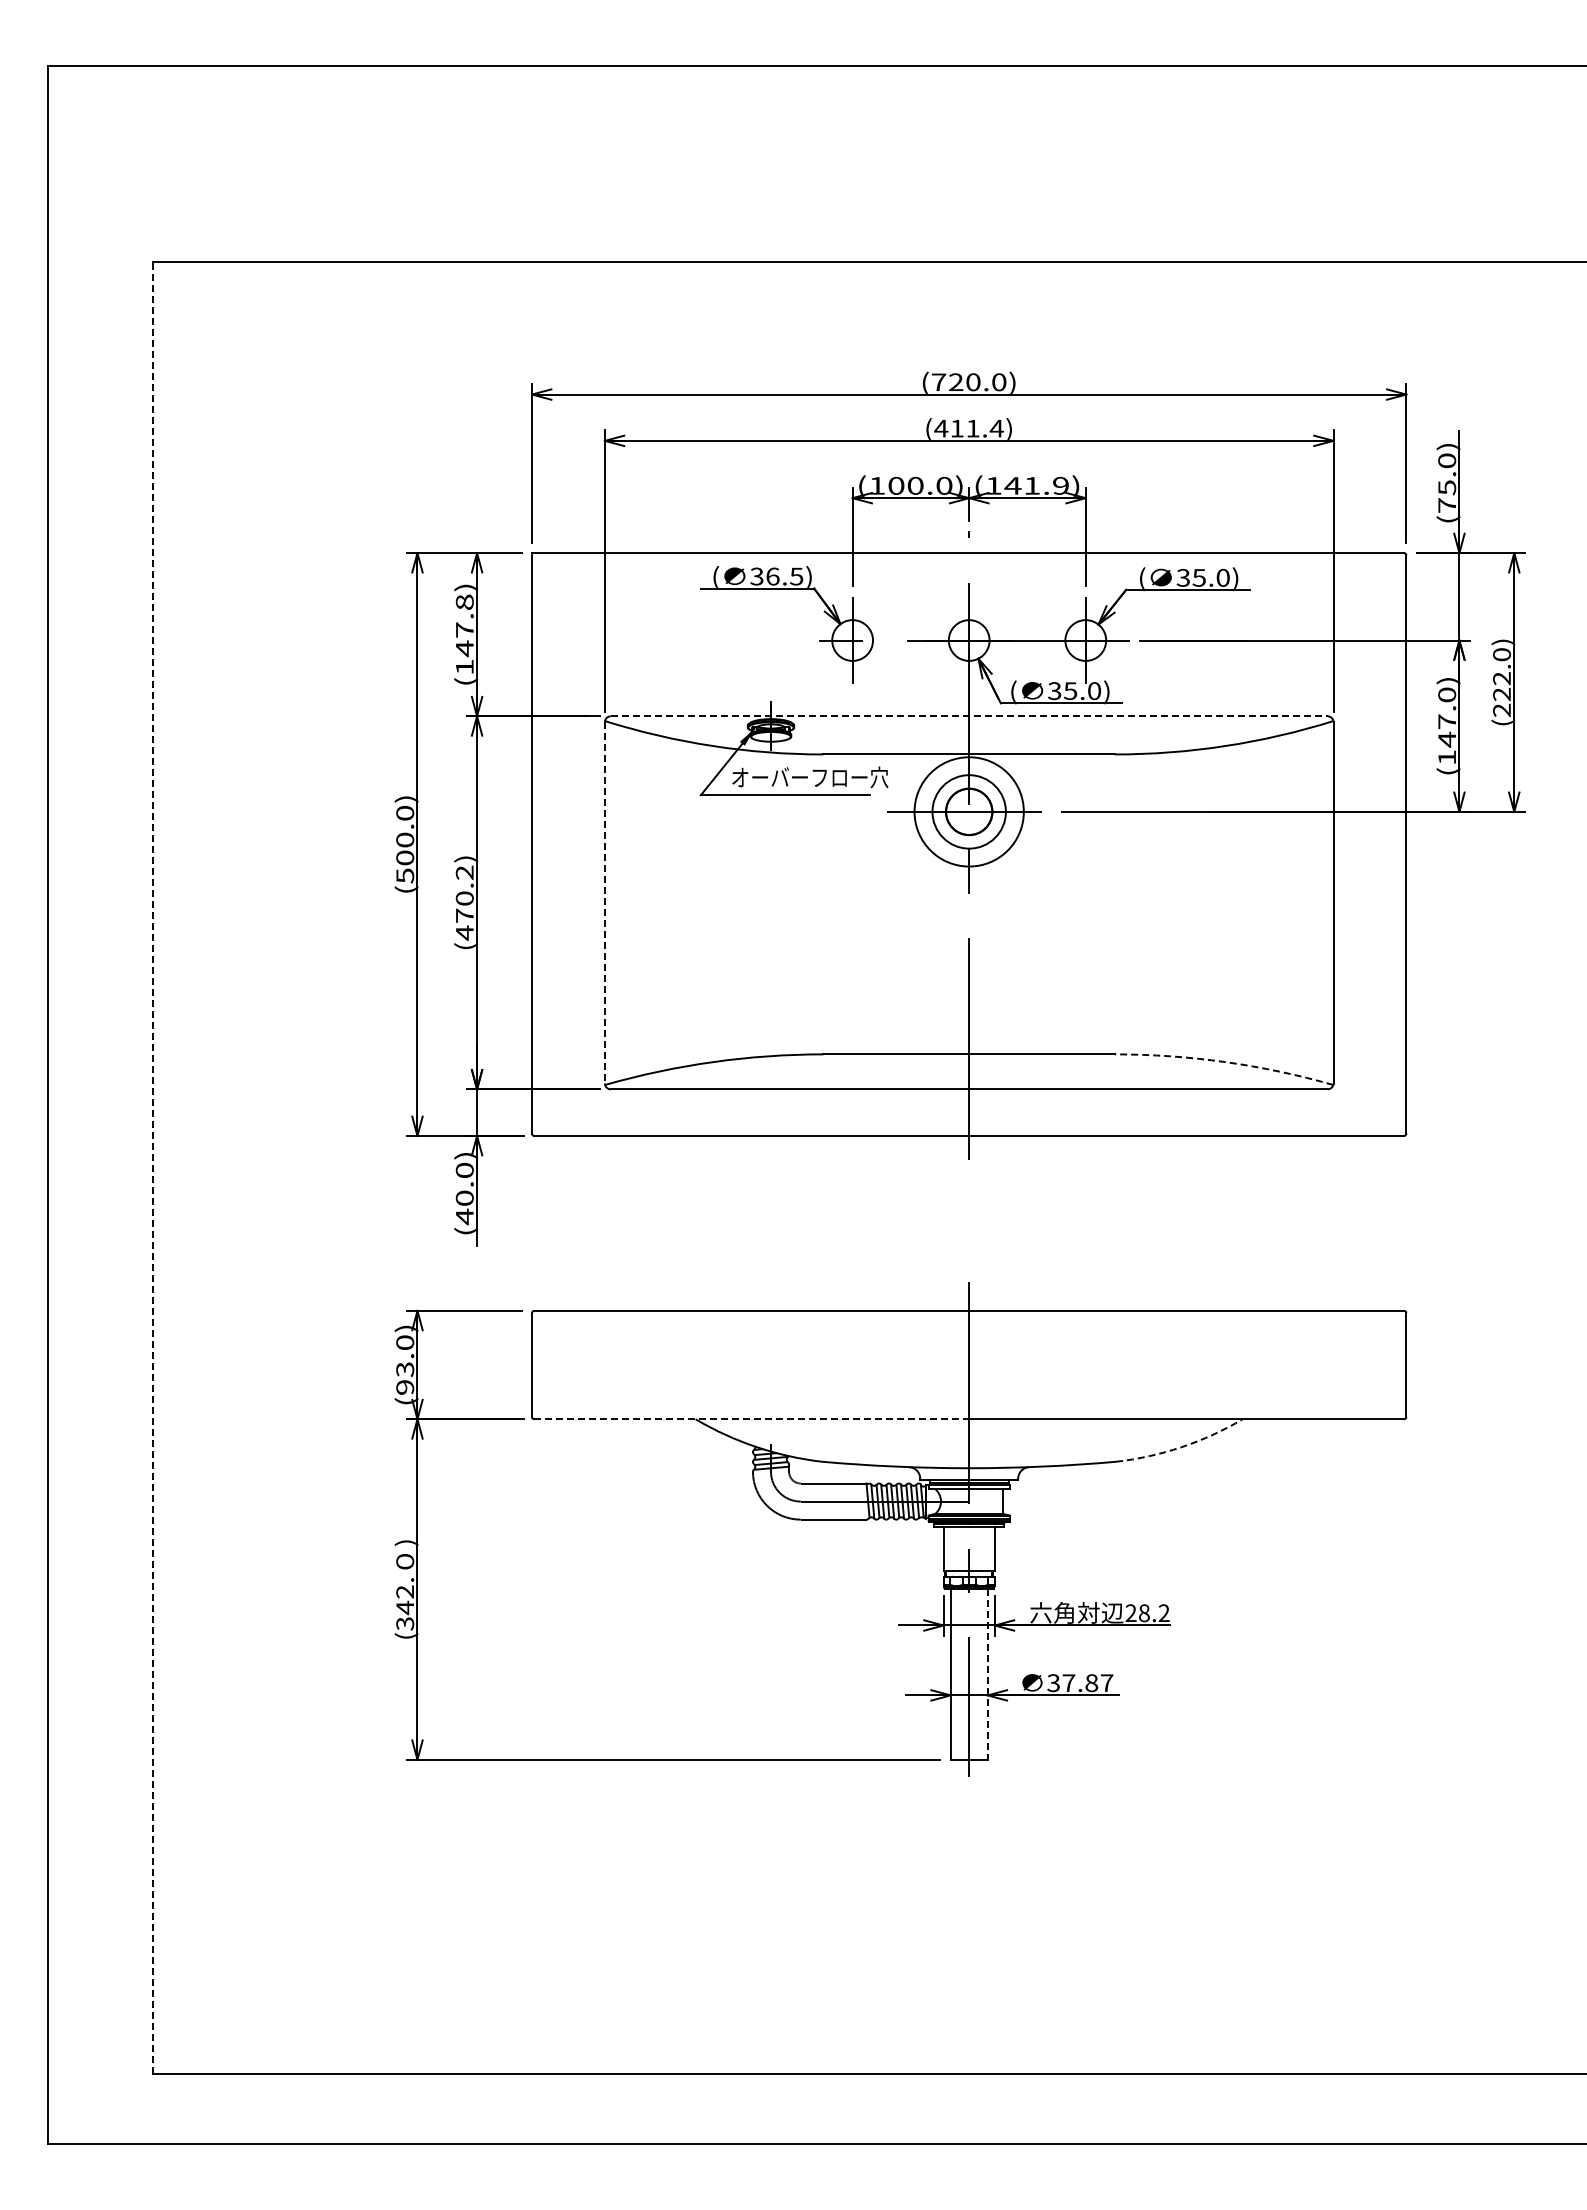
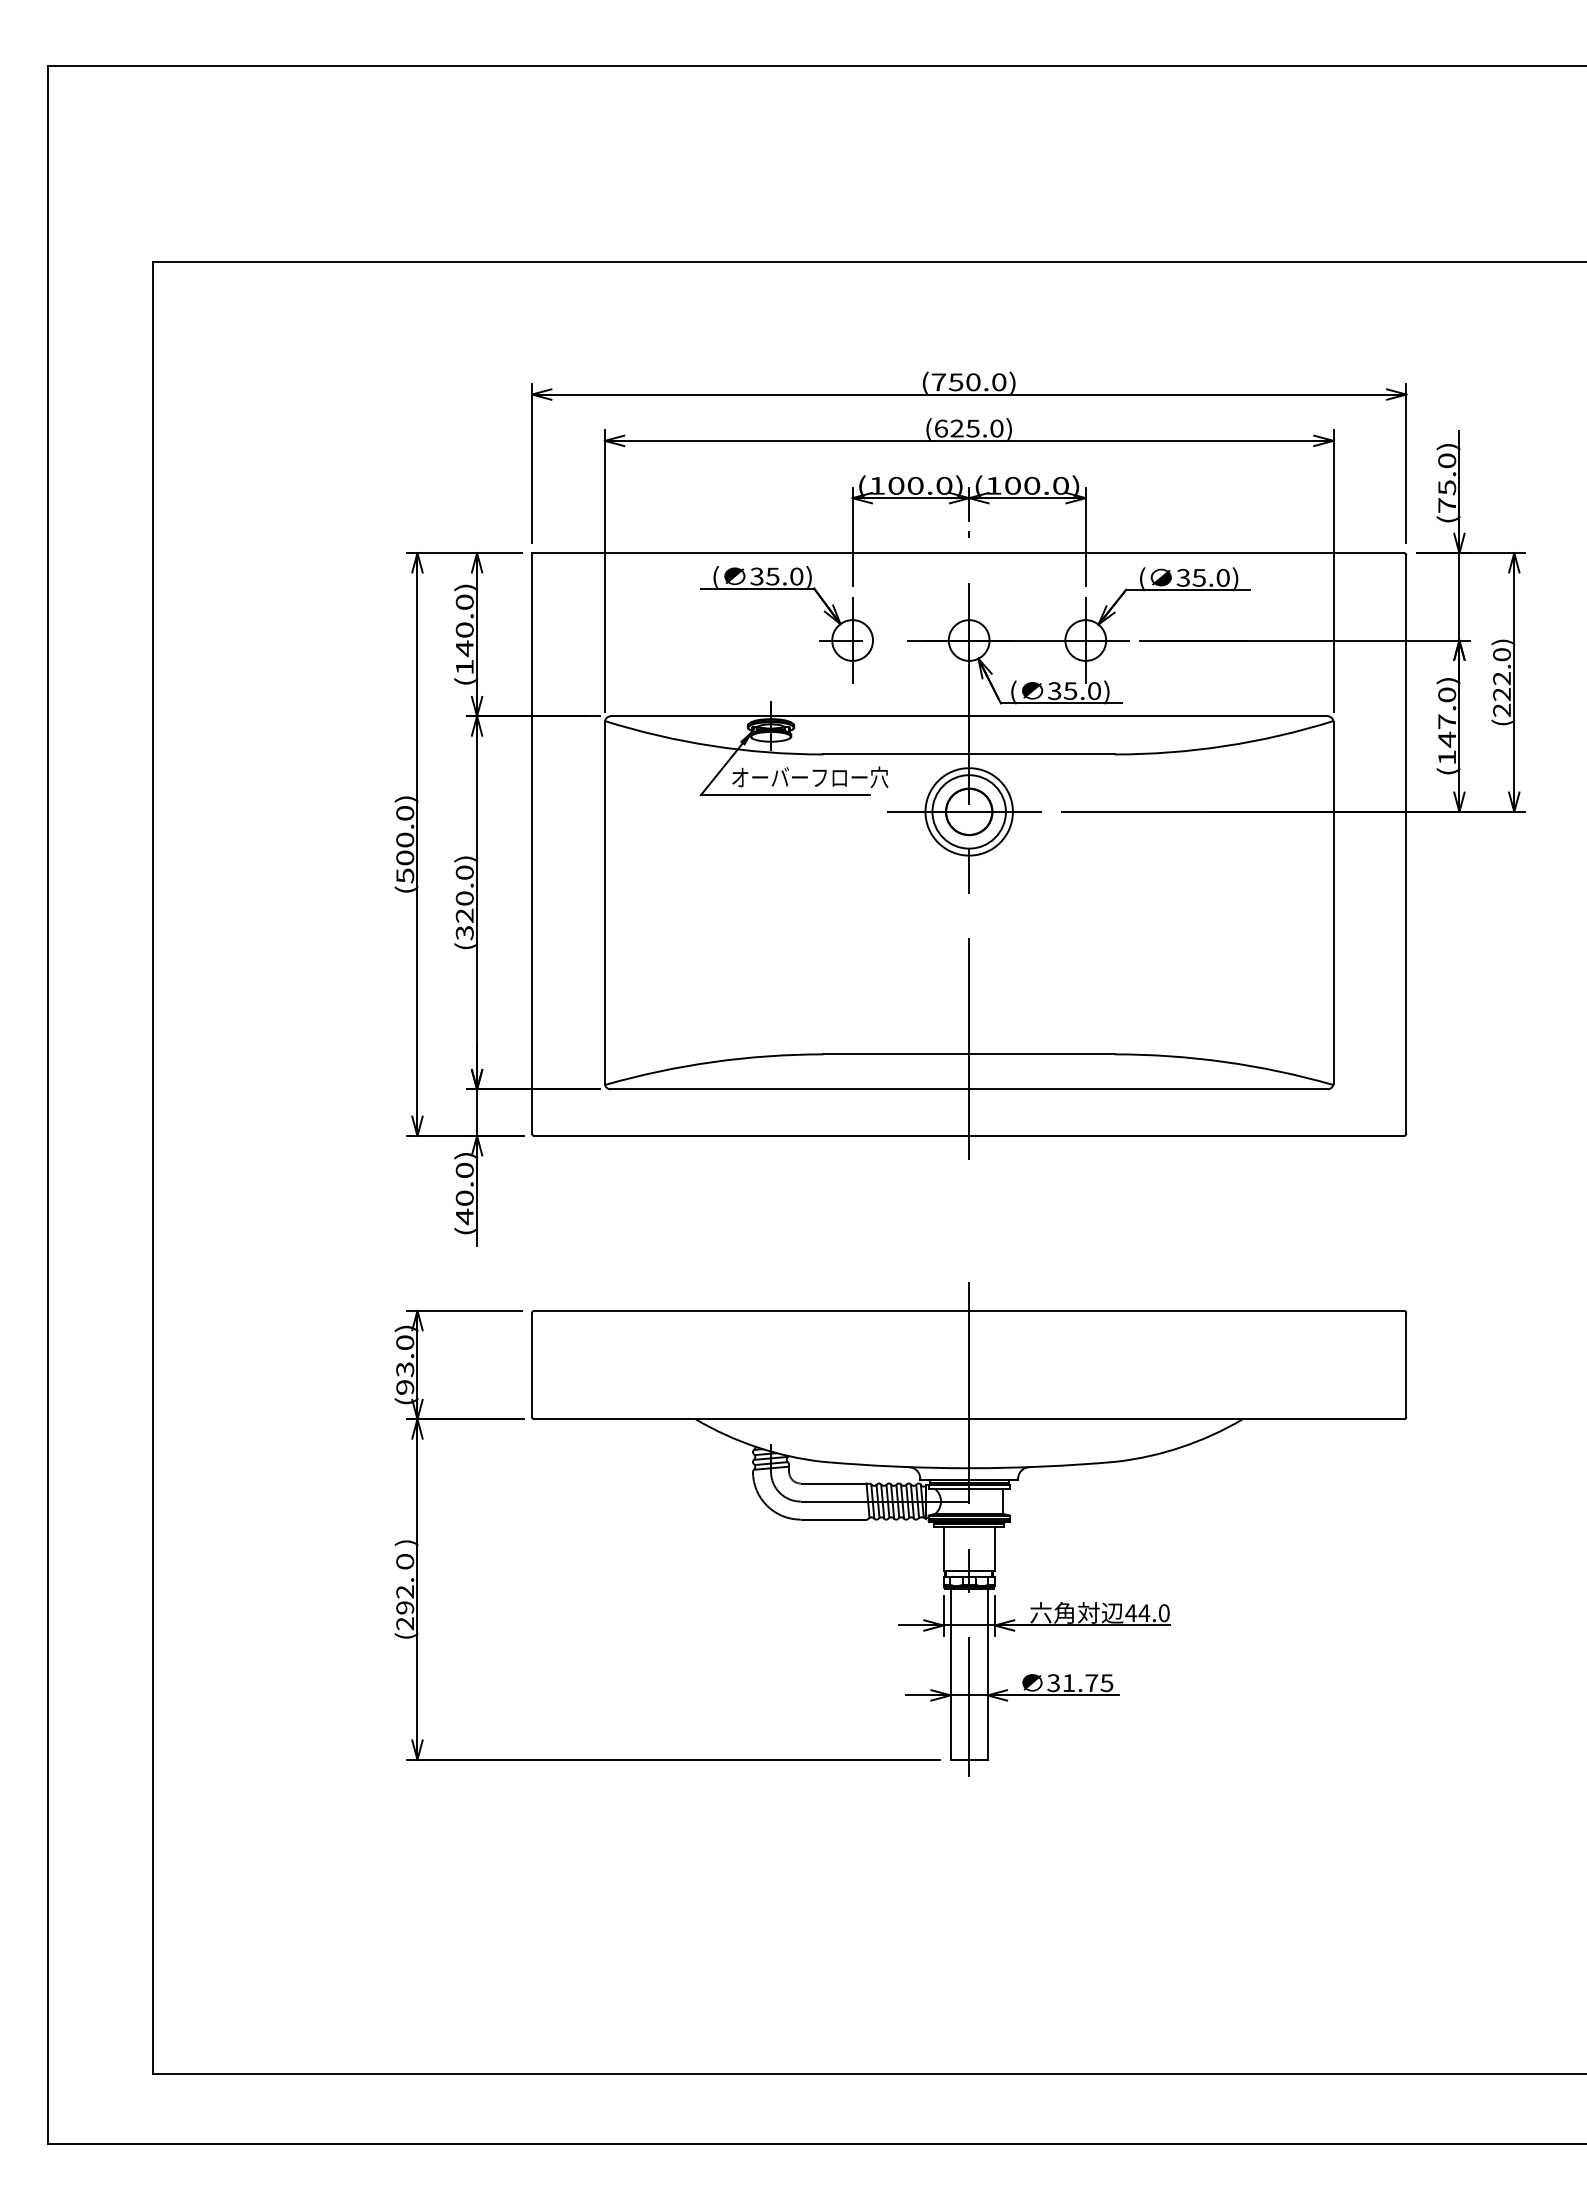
text at (955, 382): (720.0) -> (750.0)
text at (968, 428): (411.4) -> (625.0)
text at (1036, 485): (141.9) -> (100.0)
text at (784, 576): 36.5) -> 35.0)
text at (464, 615): (147.8) -> (140.0)
line at (969, 716): dashed -> solid
circle at (968, 811) diameter: 109 px -> 87 px
text at (464, 902): (470.2) -> (320.0)
line at (604, 902): dashed -> solid
arc at (1225, 1062): dashed -> solid
line at (152, 1167): dashed -> solid
line at (752, 1419): dashed -> solid
arc at (1181, 1447): dashed -> solid
text at (1147, 1613): 28.2 -> 44.0
text at (405, 1615): (342. -> (292.
line at (987, 1674): dashed -> solid
text at (1087, 1683): 37.87 -> 31.75
